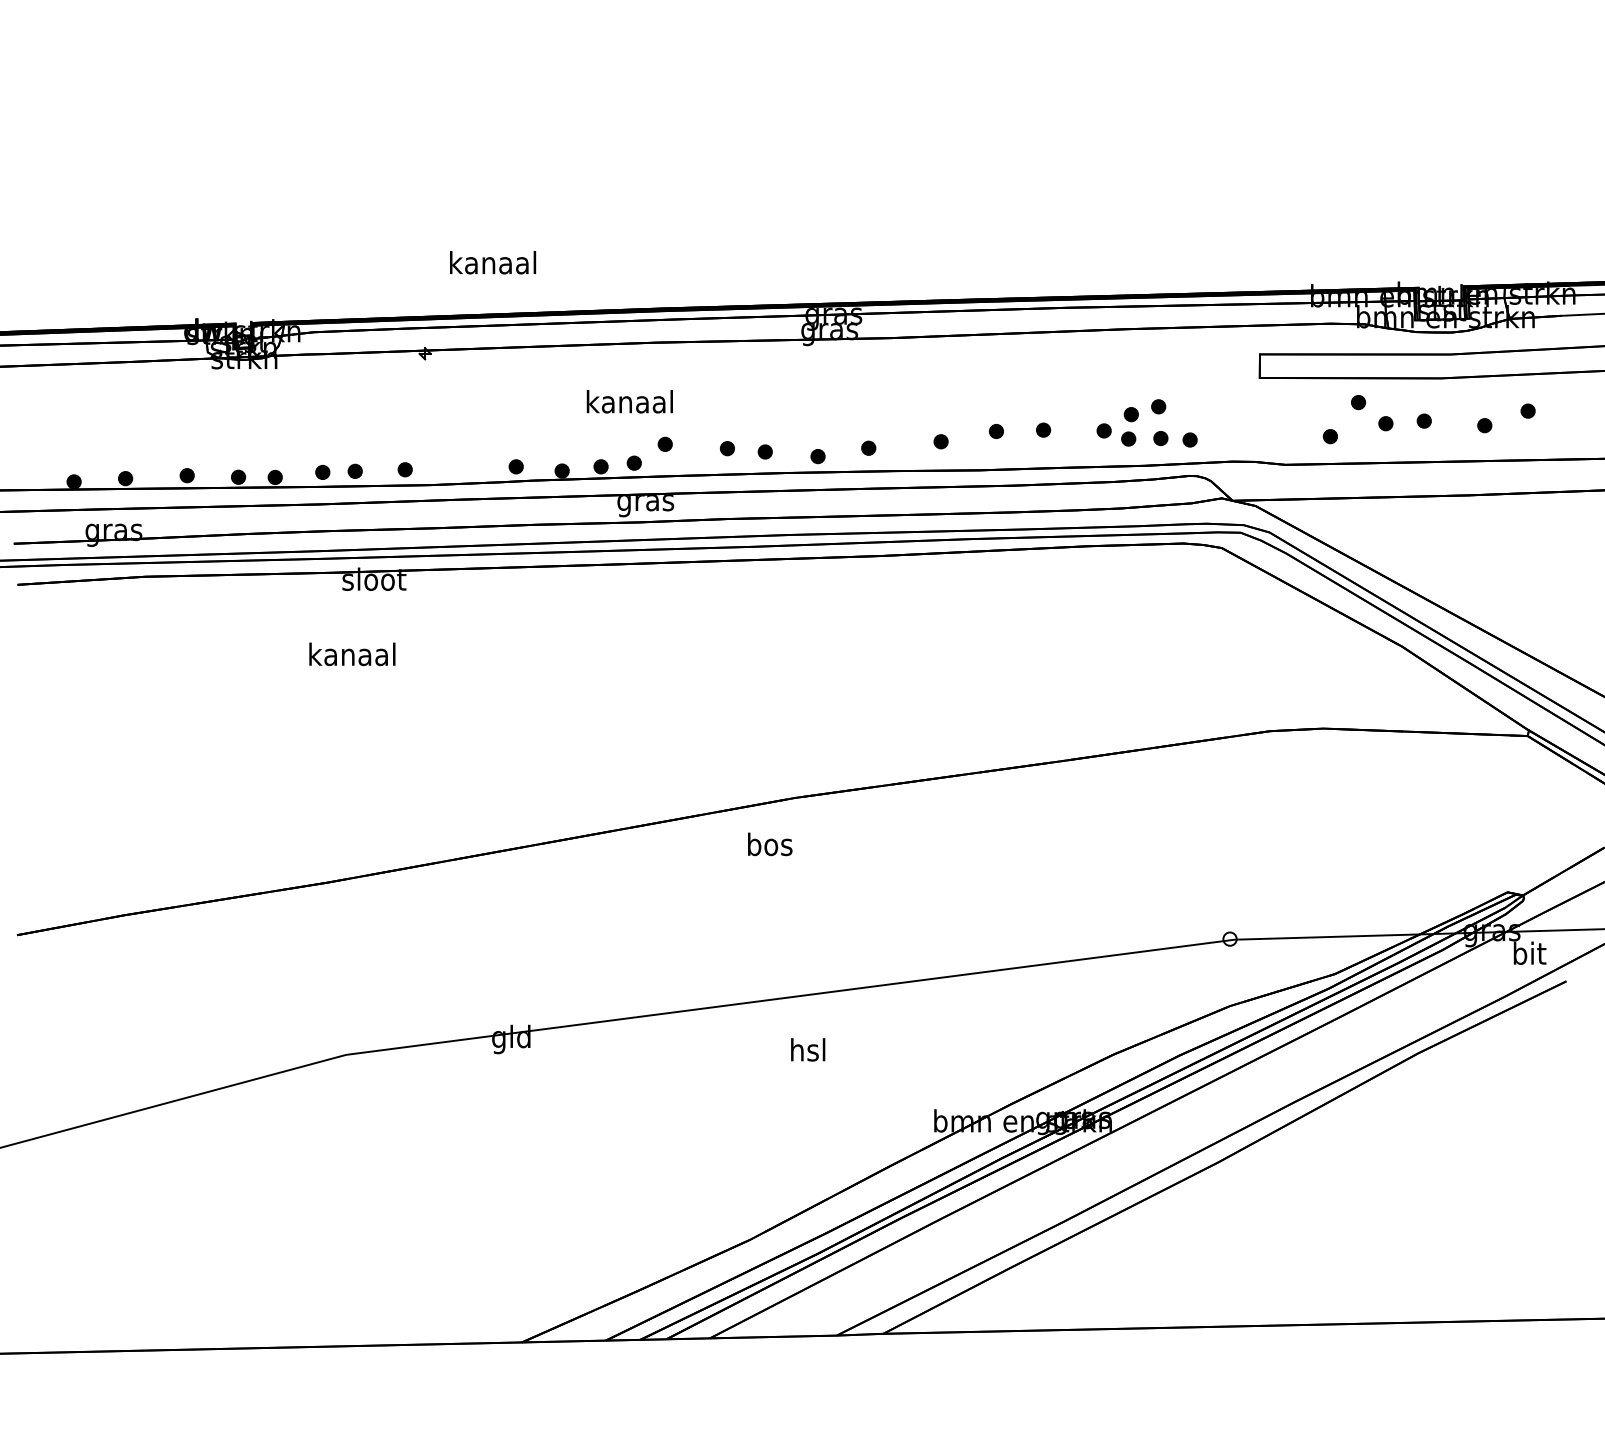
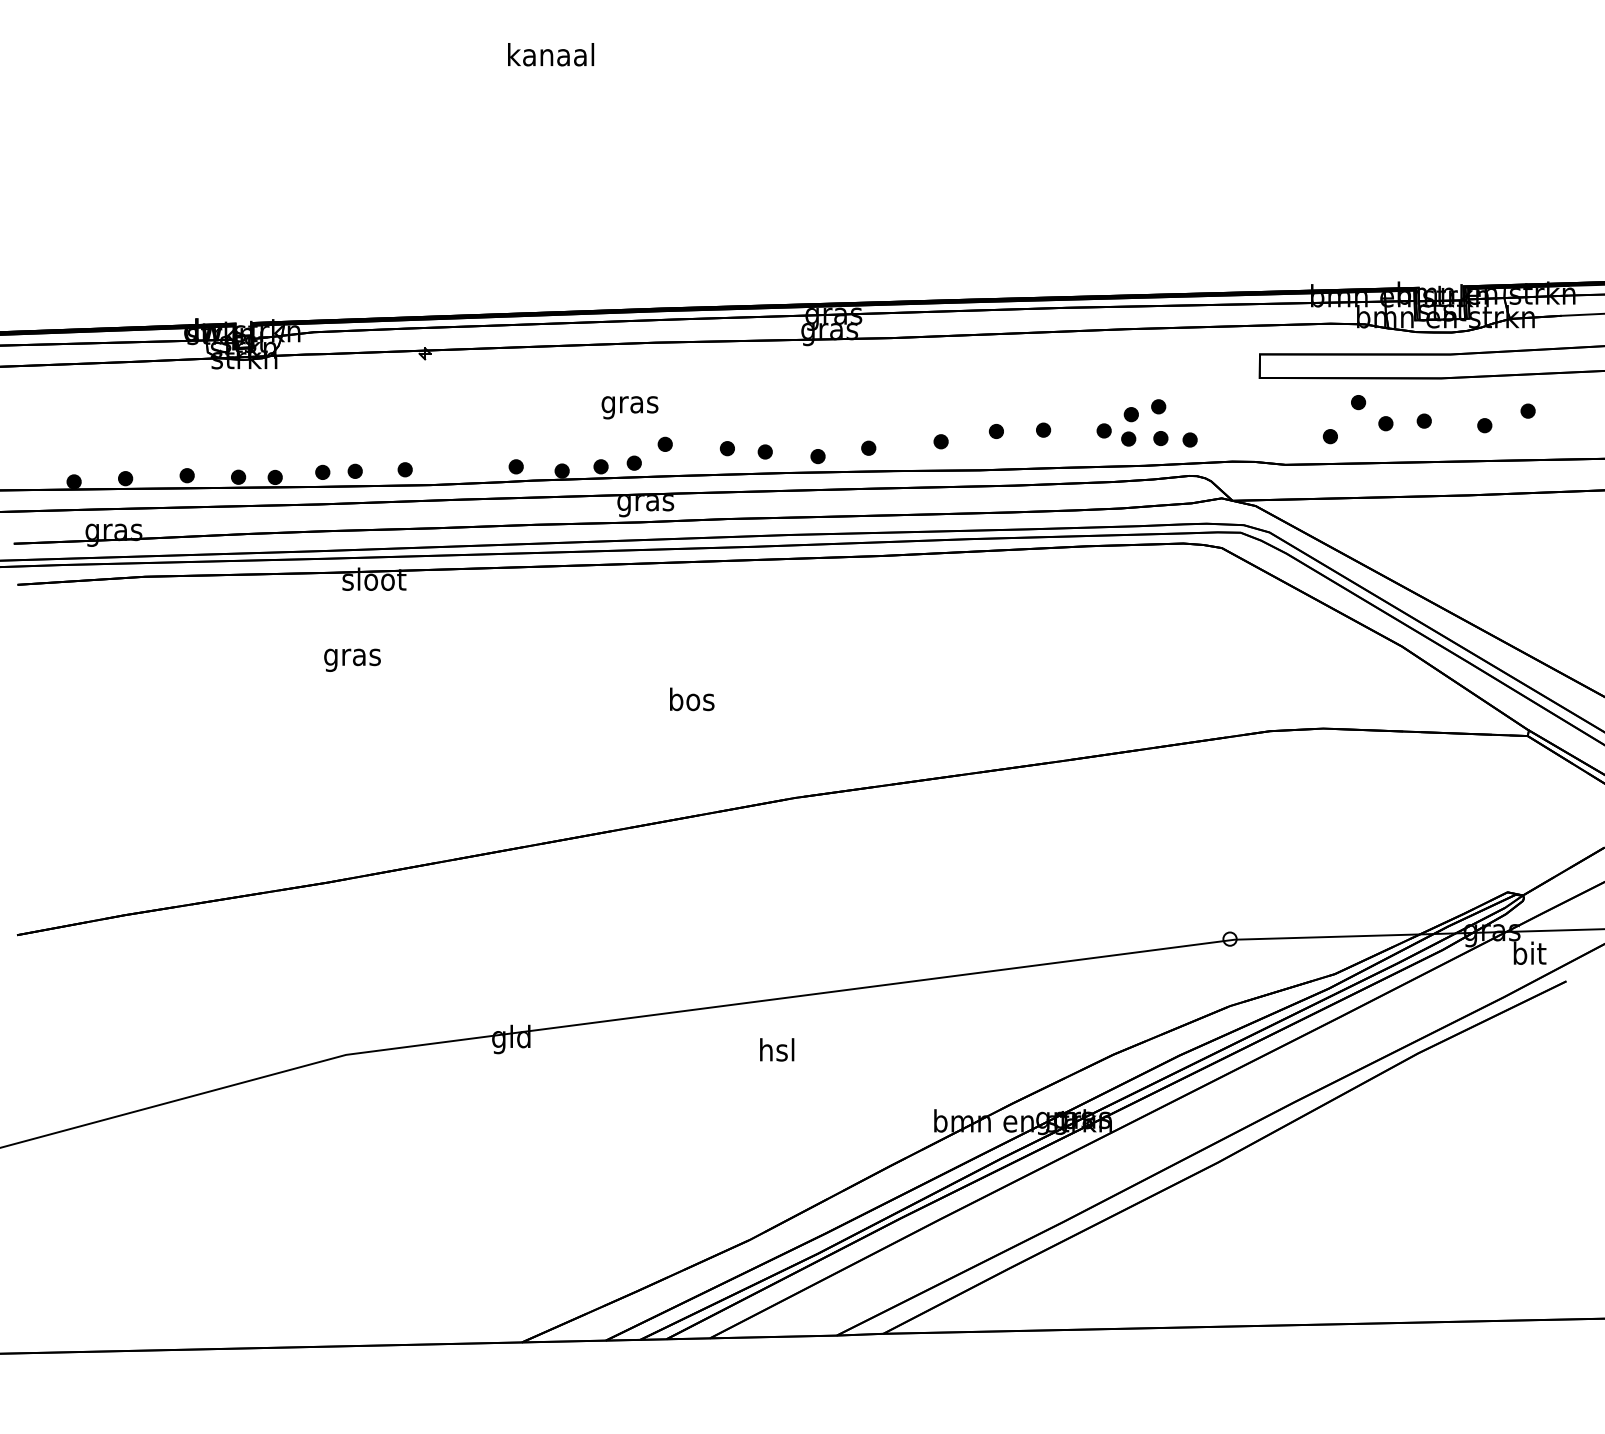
text at (493, 262) position: (493, 262) -> (551, 54)
text at (629, 404): kanaal -> gras
text at (352, 656): kanaal -> gras
text at (770, 844) position: (770, 844) -> (692, 699)
text at (808, 1049) position: (808, 1049) -> (777, 1049)
